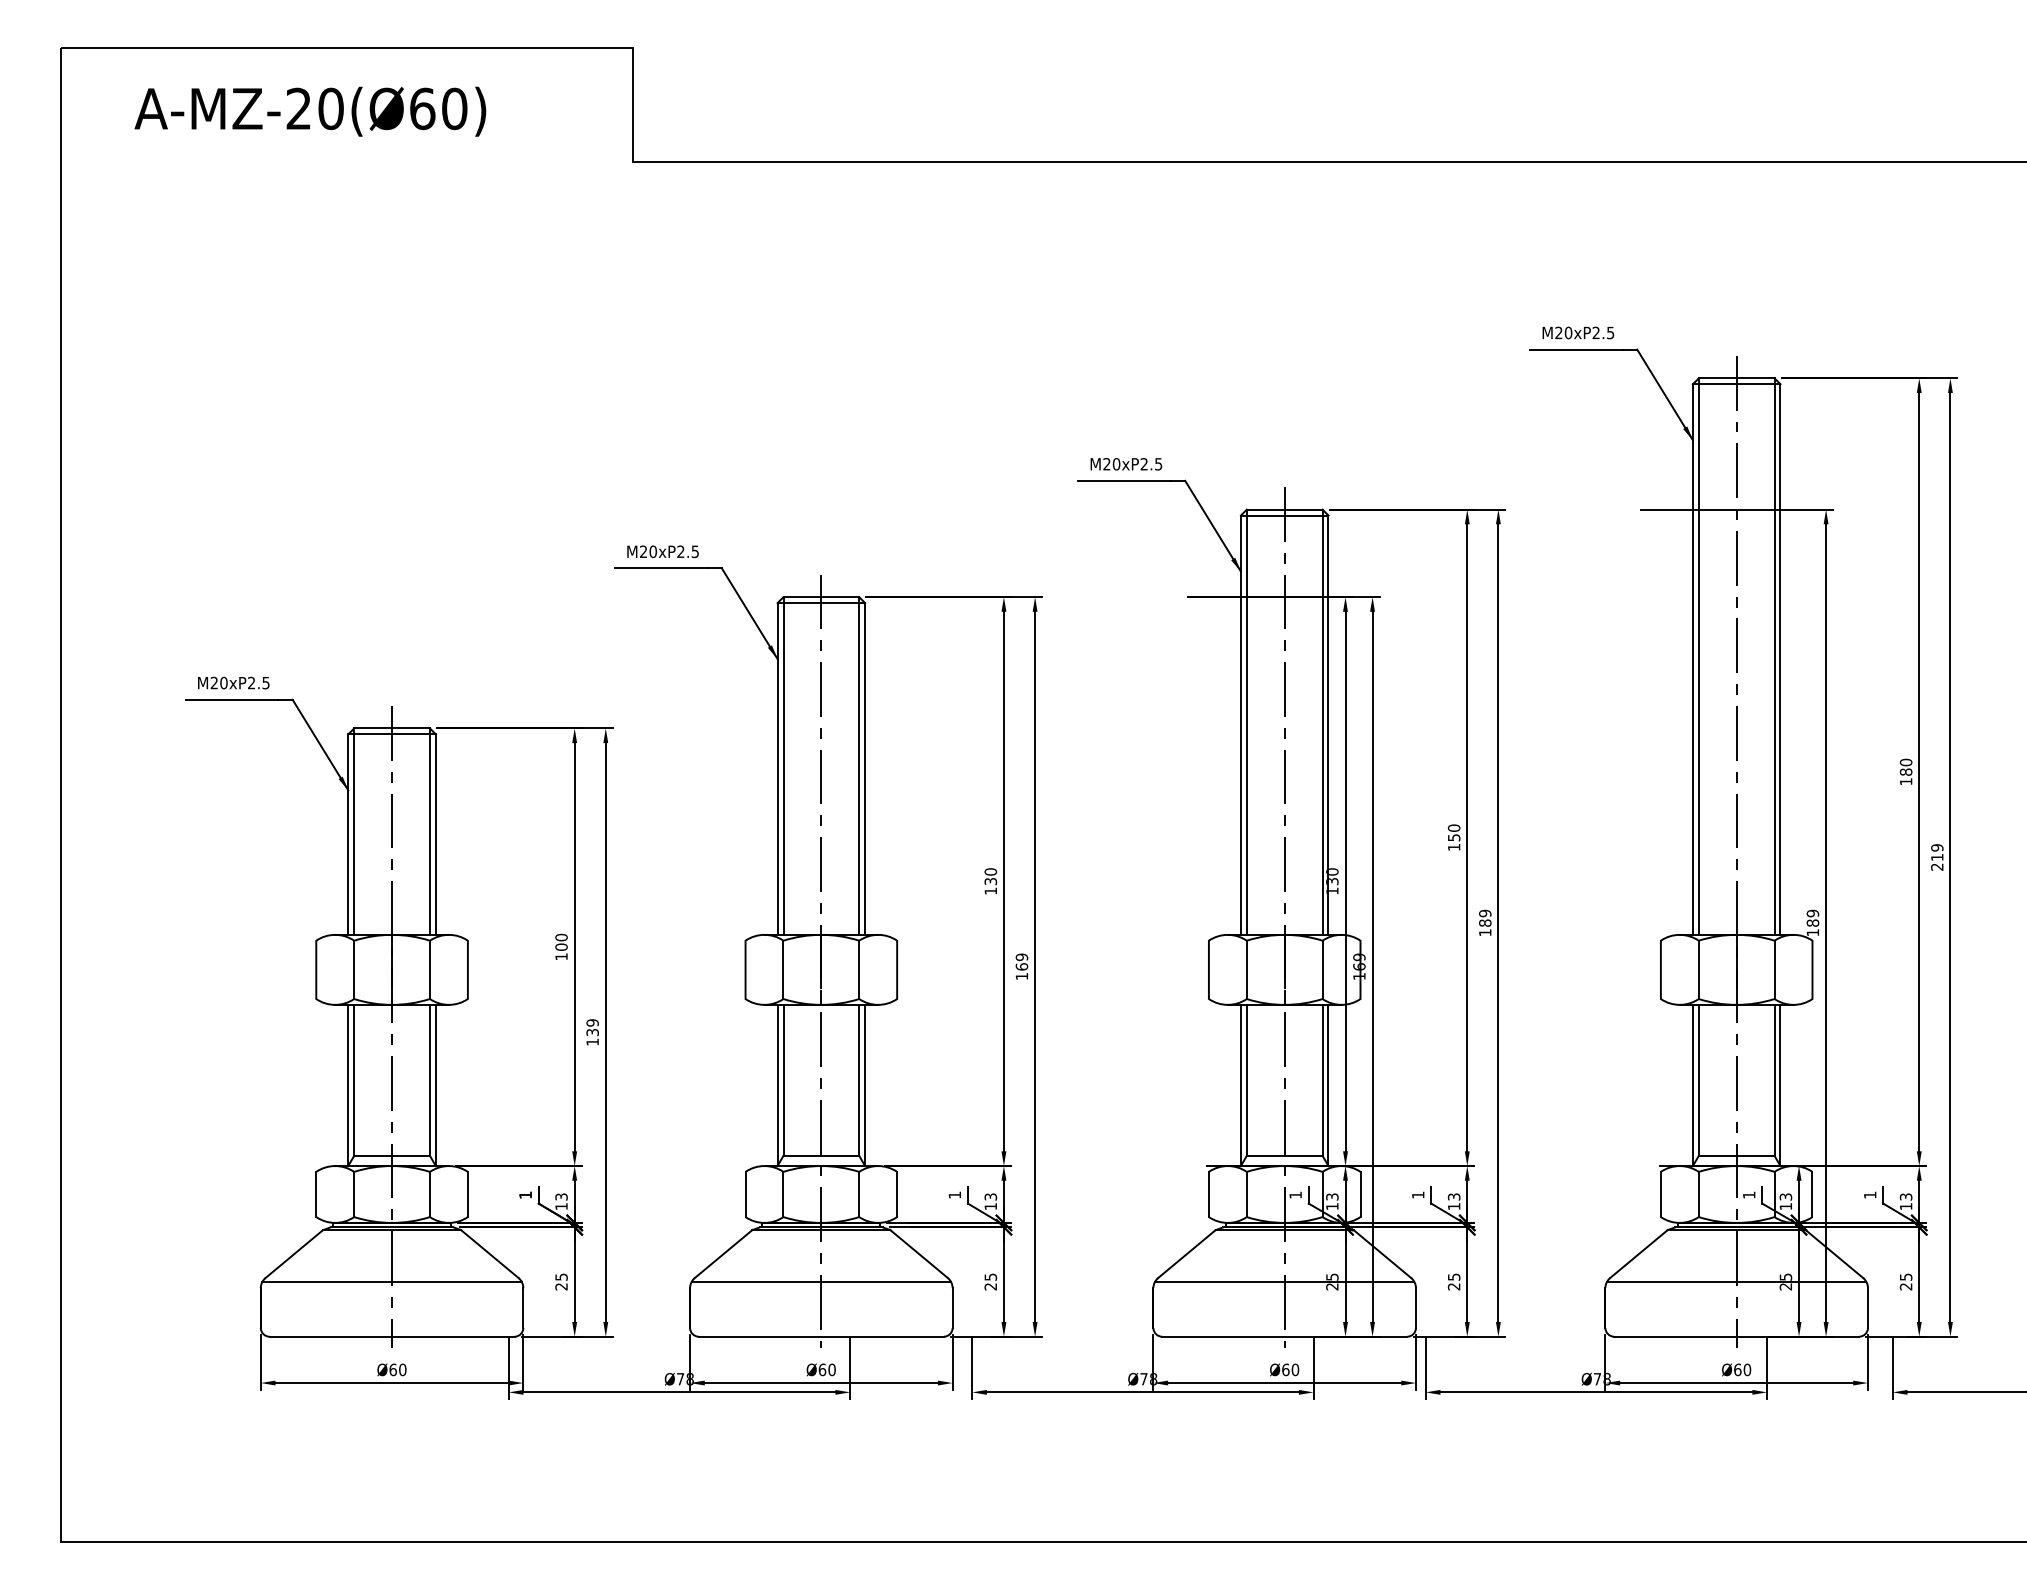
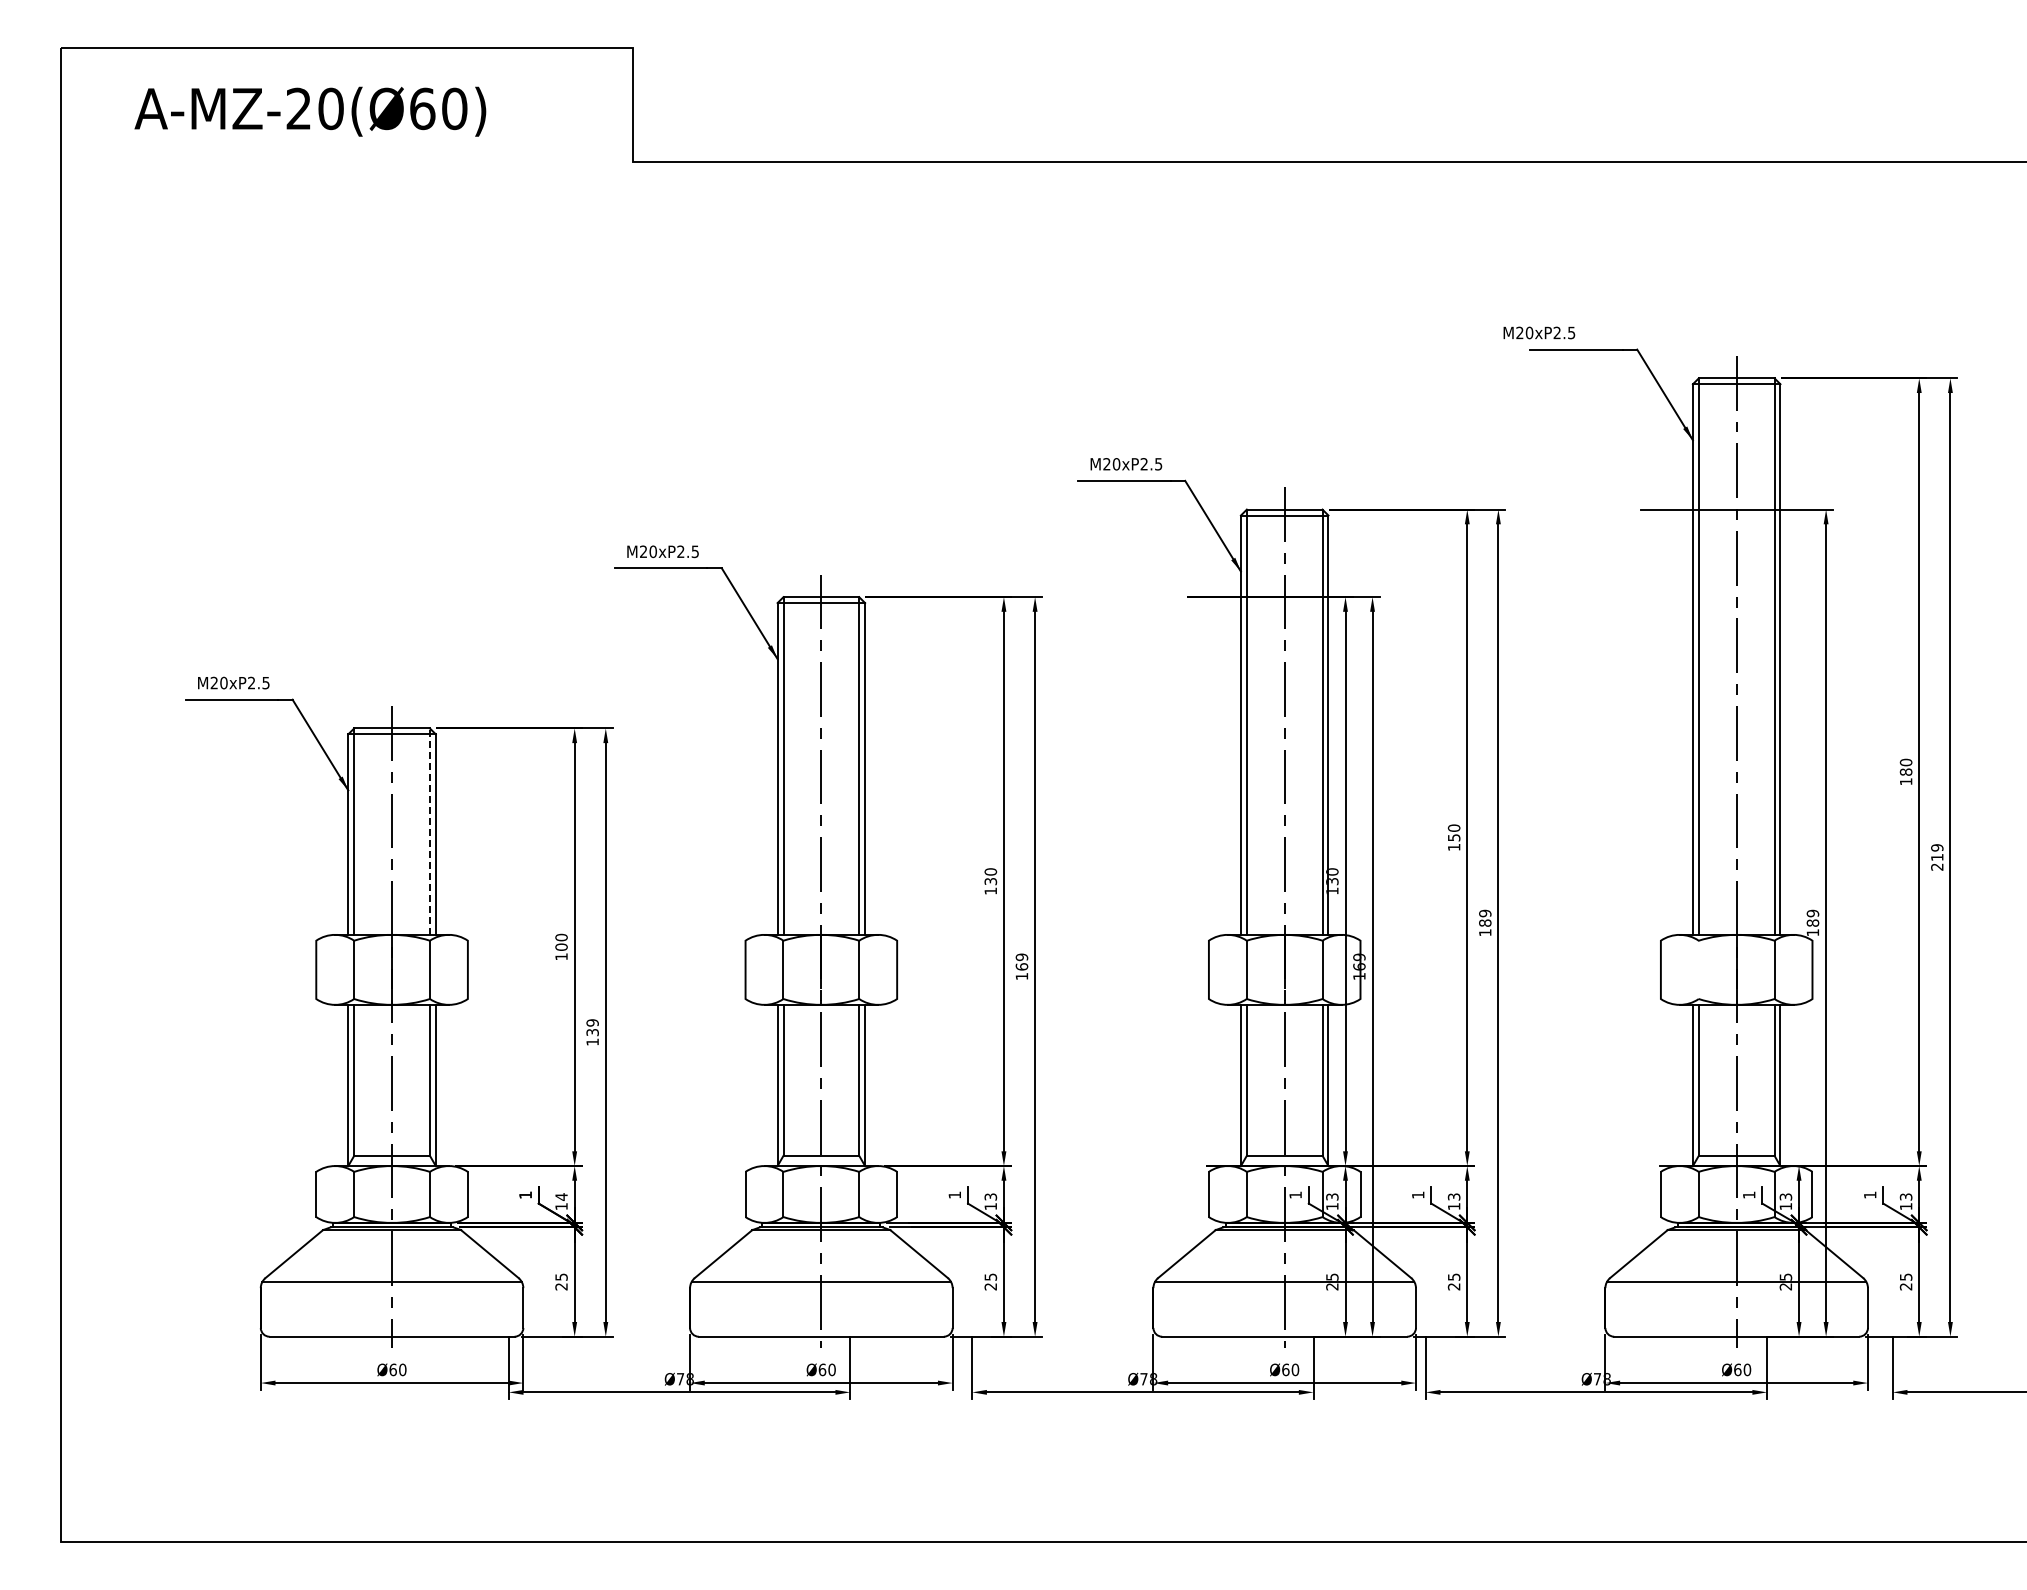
text at (1578, 332) position: (1578, 332) -> (1539, 332)
line at (429, 831): solid -> dashed
line at (1698, 969): present -> none
text at (561, 1196): 13 -> 14
